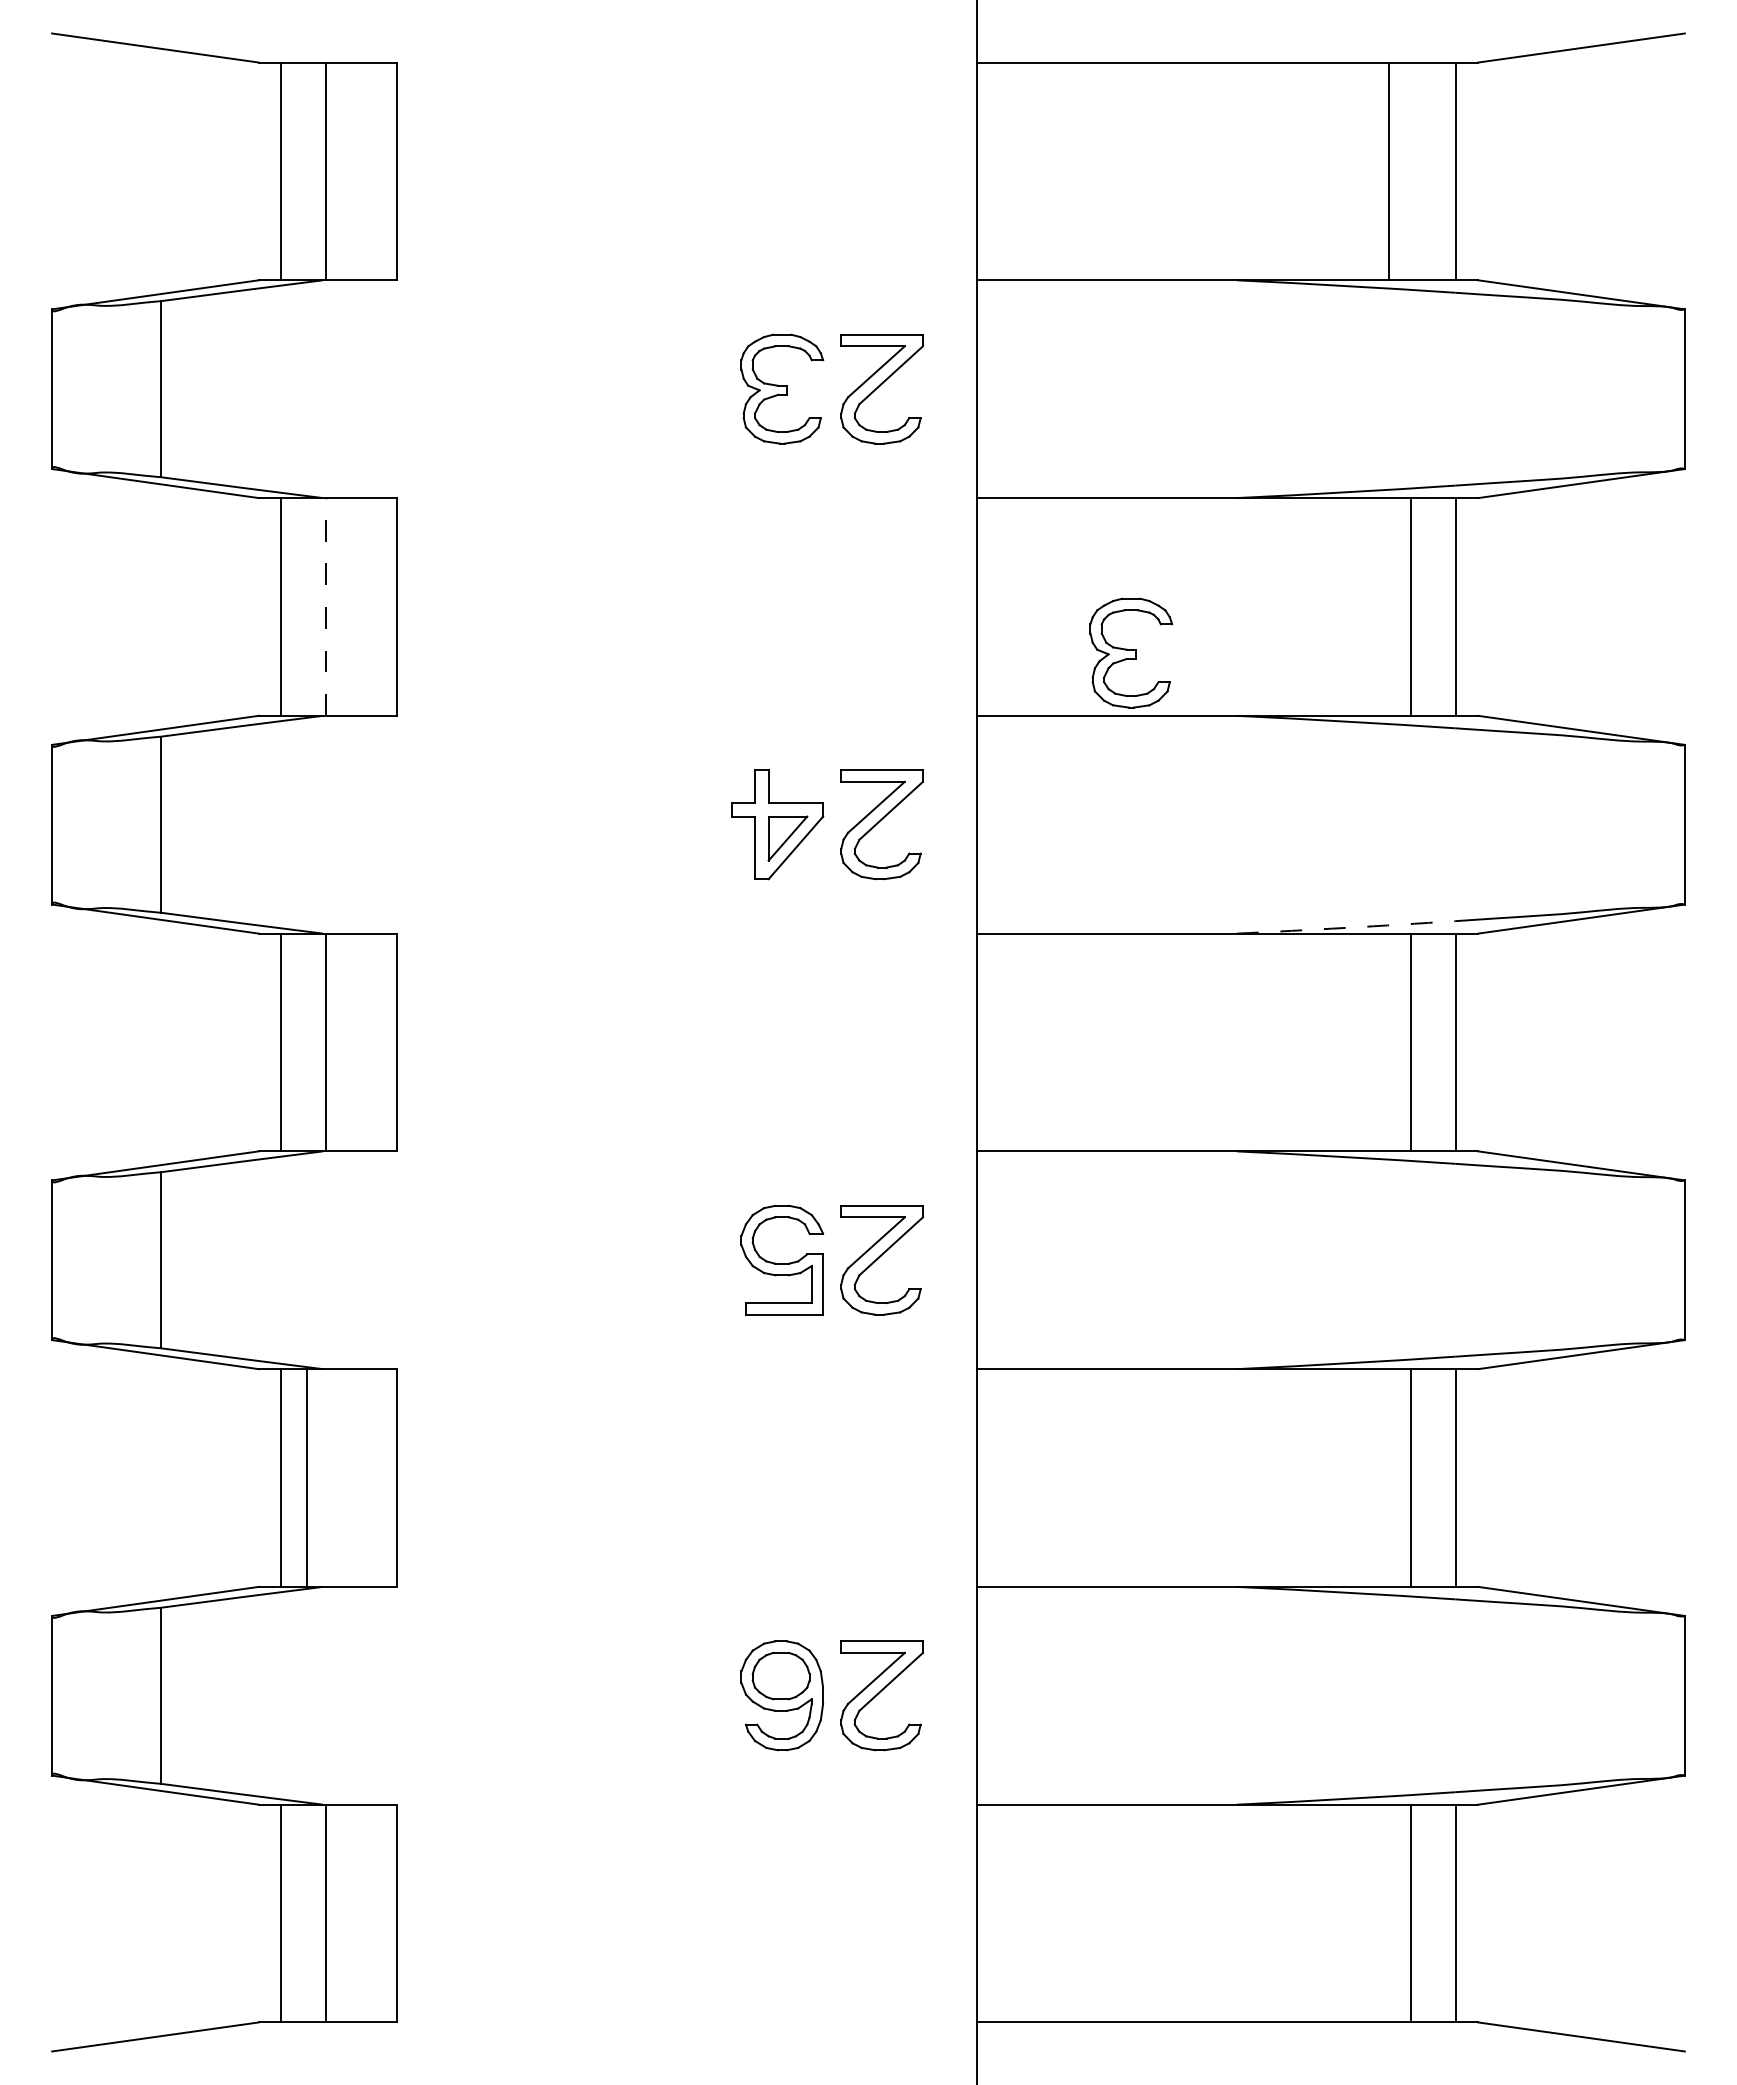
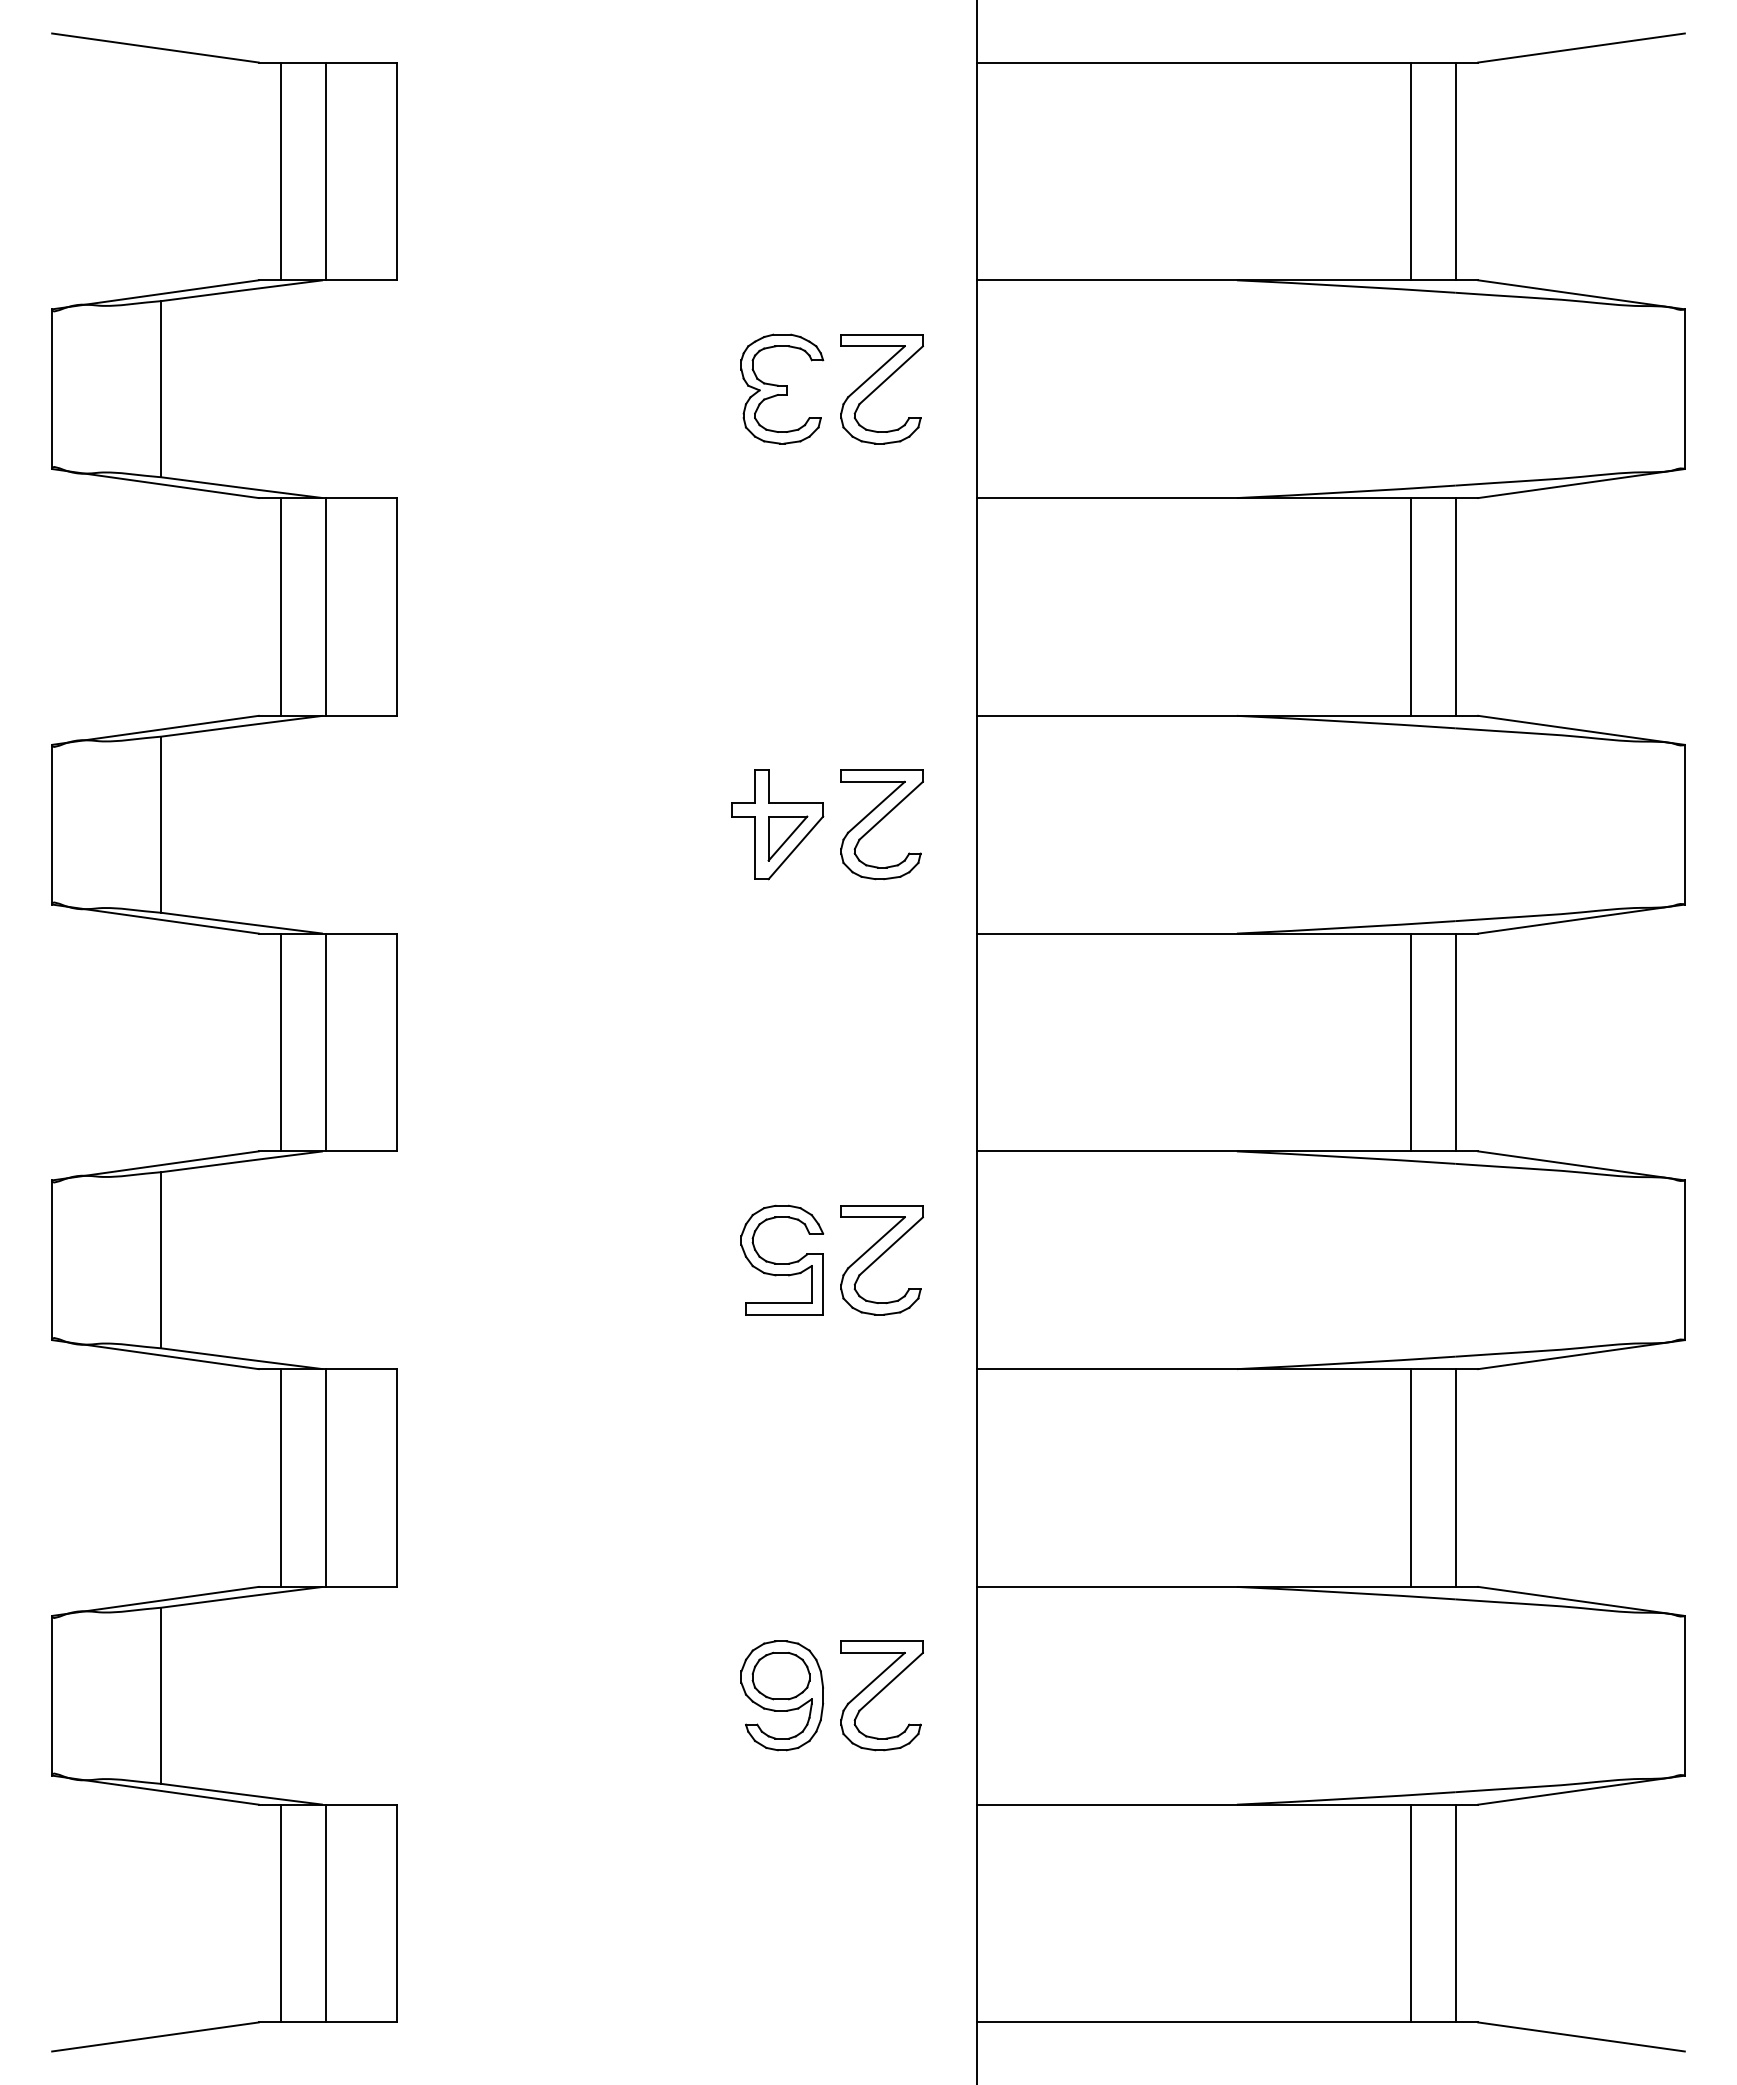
line at (1389, 171) position: (1389, 171) -> (1411, 171)
line at (325, 606): dashed -> solid
part at (1131, 652): present -> none
arc at (1346, 927): dashed -> solid
line at (306, 1477) position: (306, 1477) -> (325, 1477)
